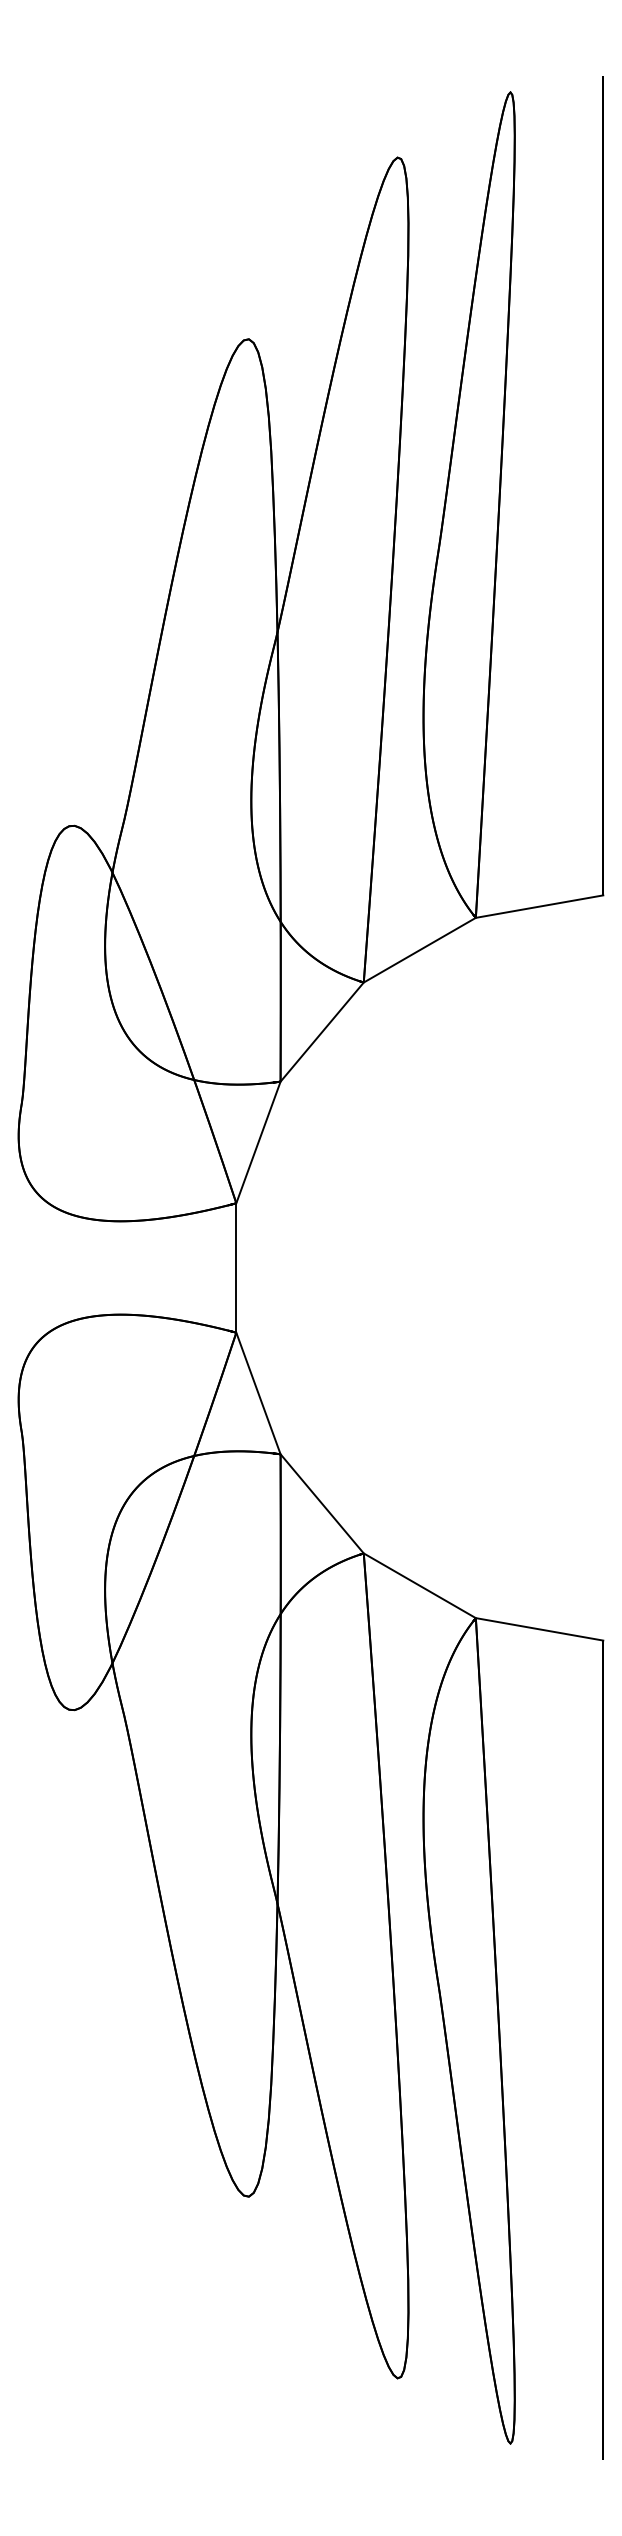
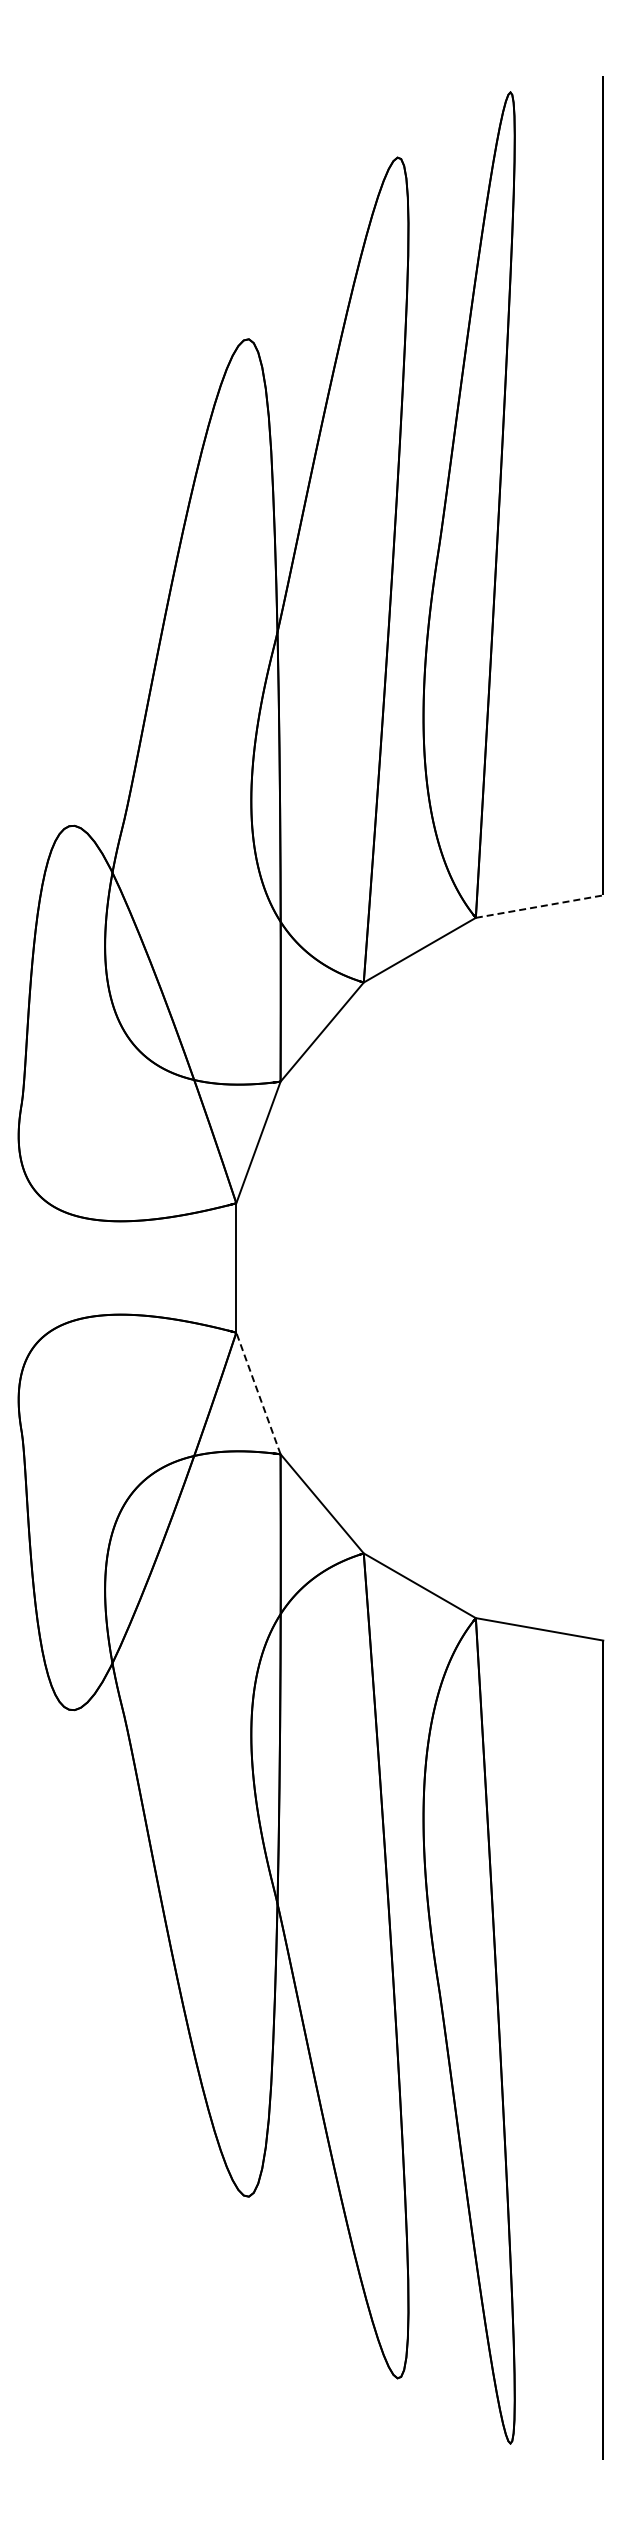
line at (539, 906): solid -> dashed
line at (258, 1393): solid -> dashed
